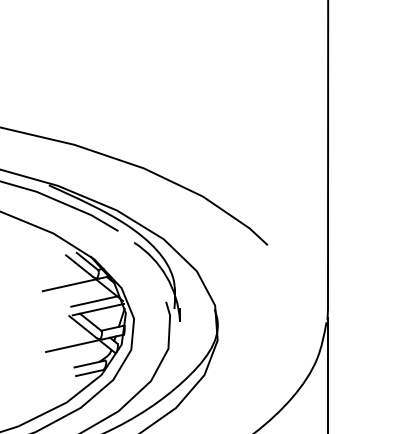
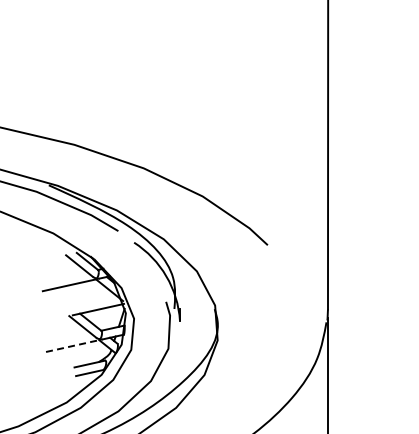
line at (94, 301): present -> none
line at (73, 345): solid -> dashed
